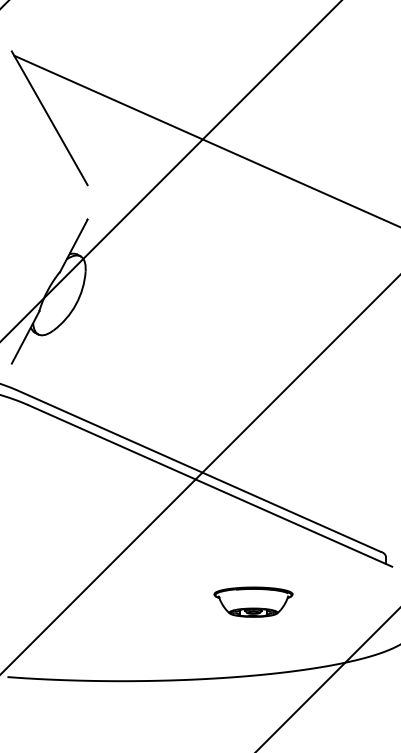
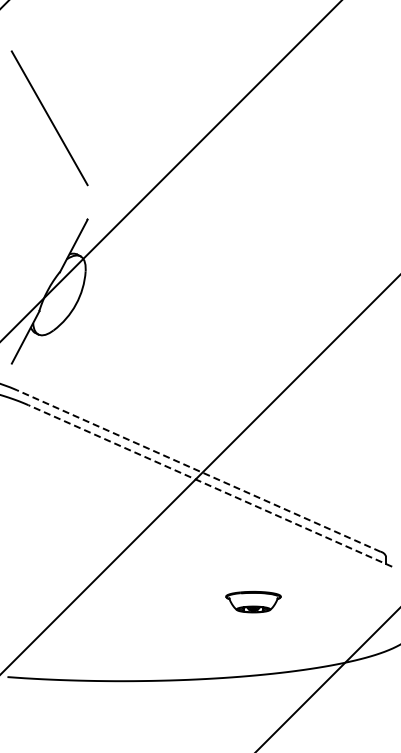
line at (205, 140): present -> none
line at (198, 470): solid -> dashed
line at (209, 485): solid -> dashed
part at (253, 601) size: 81x32 px -> 57x23 px
